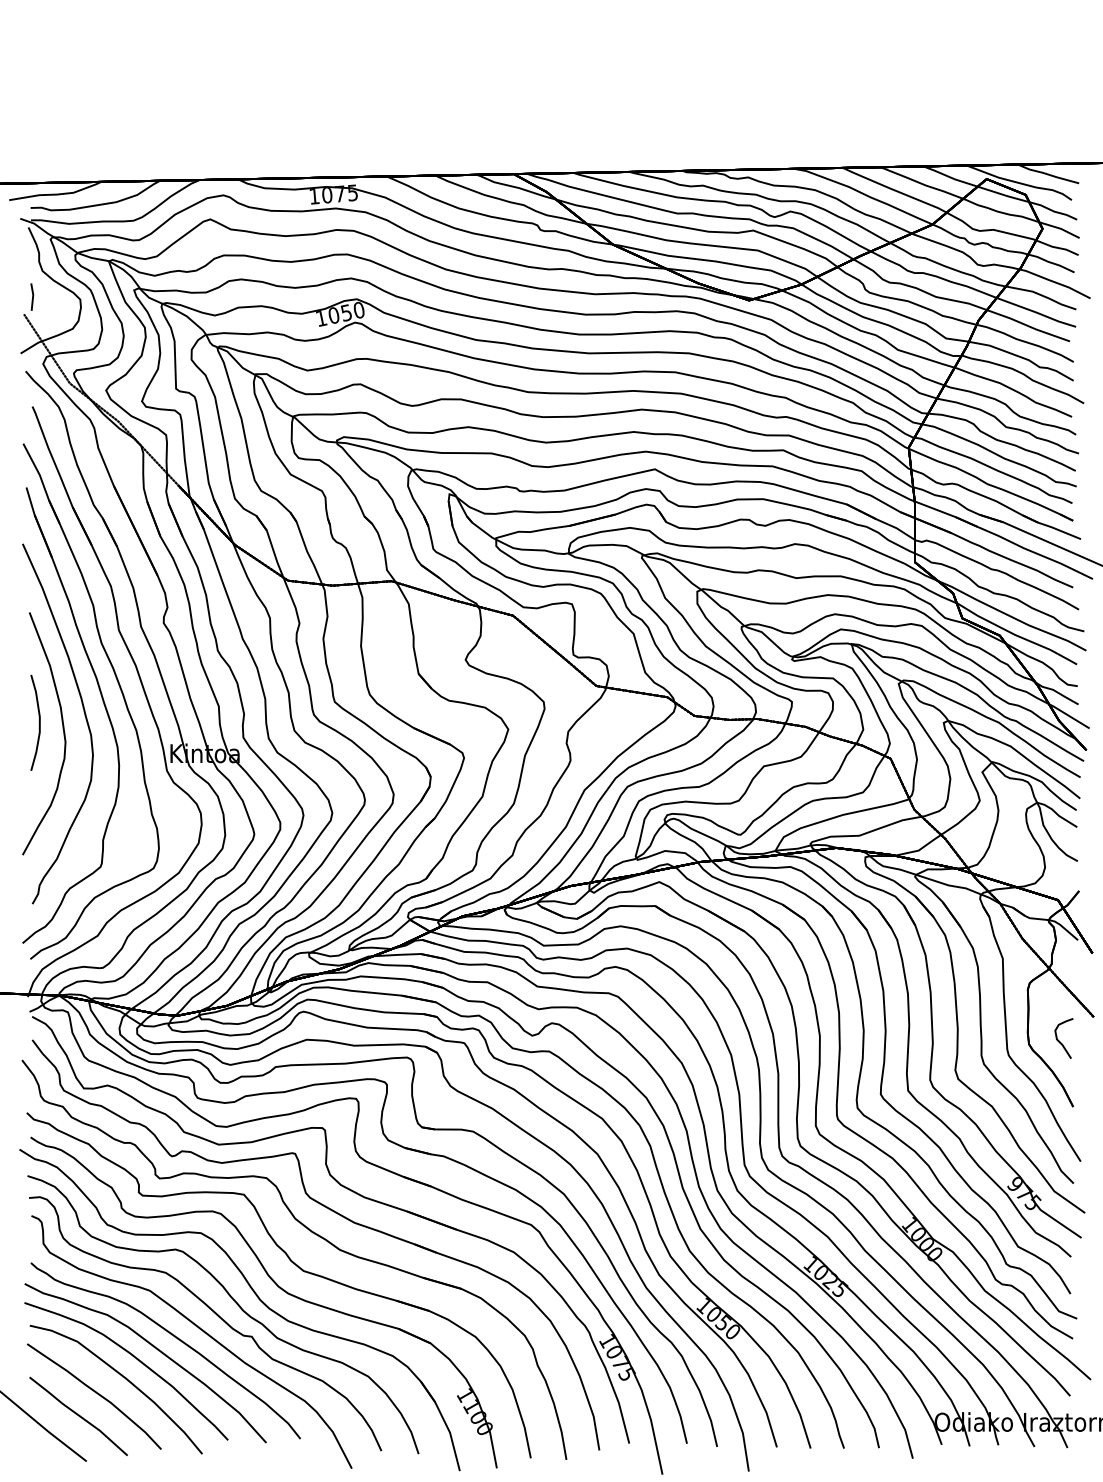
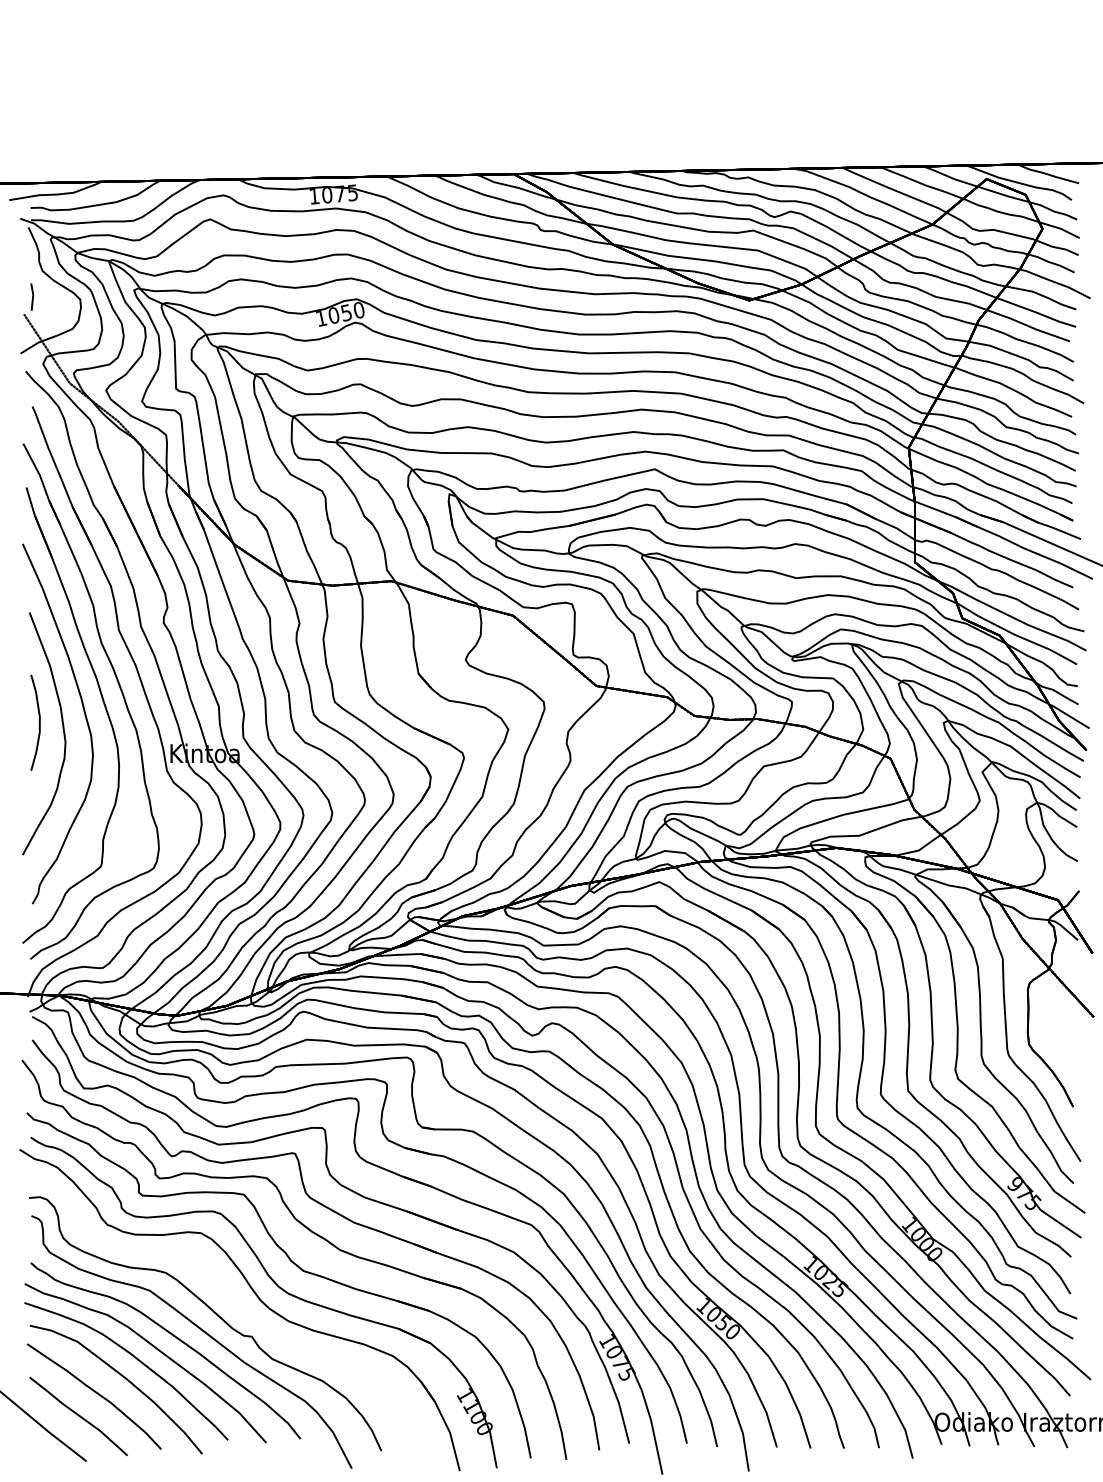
part at (1063, 1038): present -> none
part at (235, 1303): present -> none
